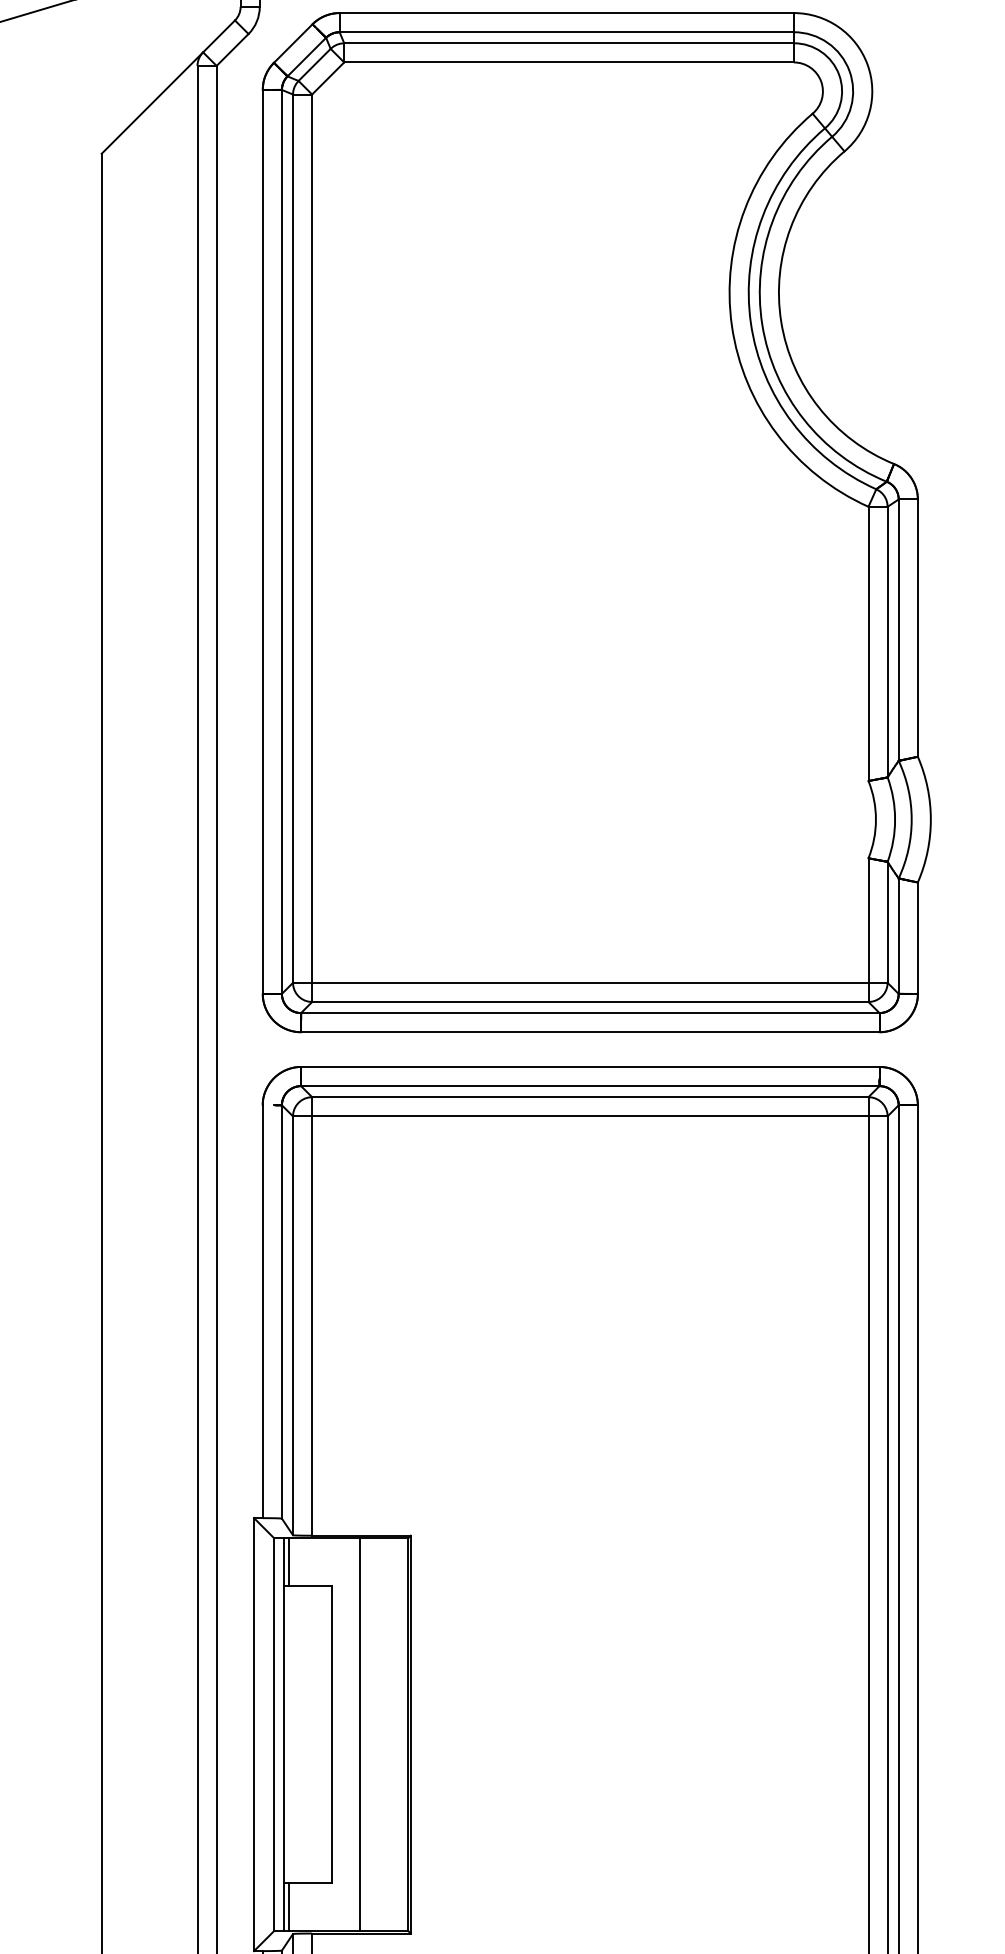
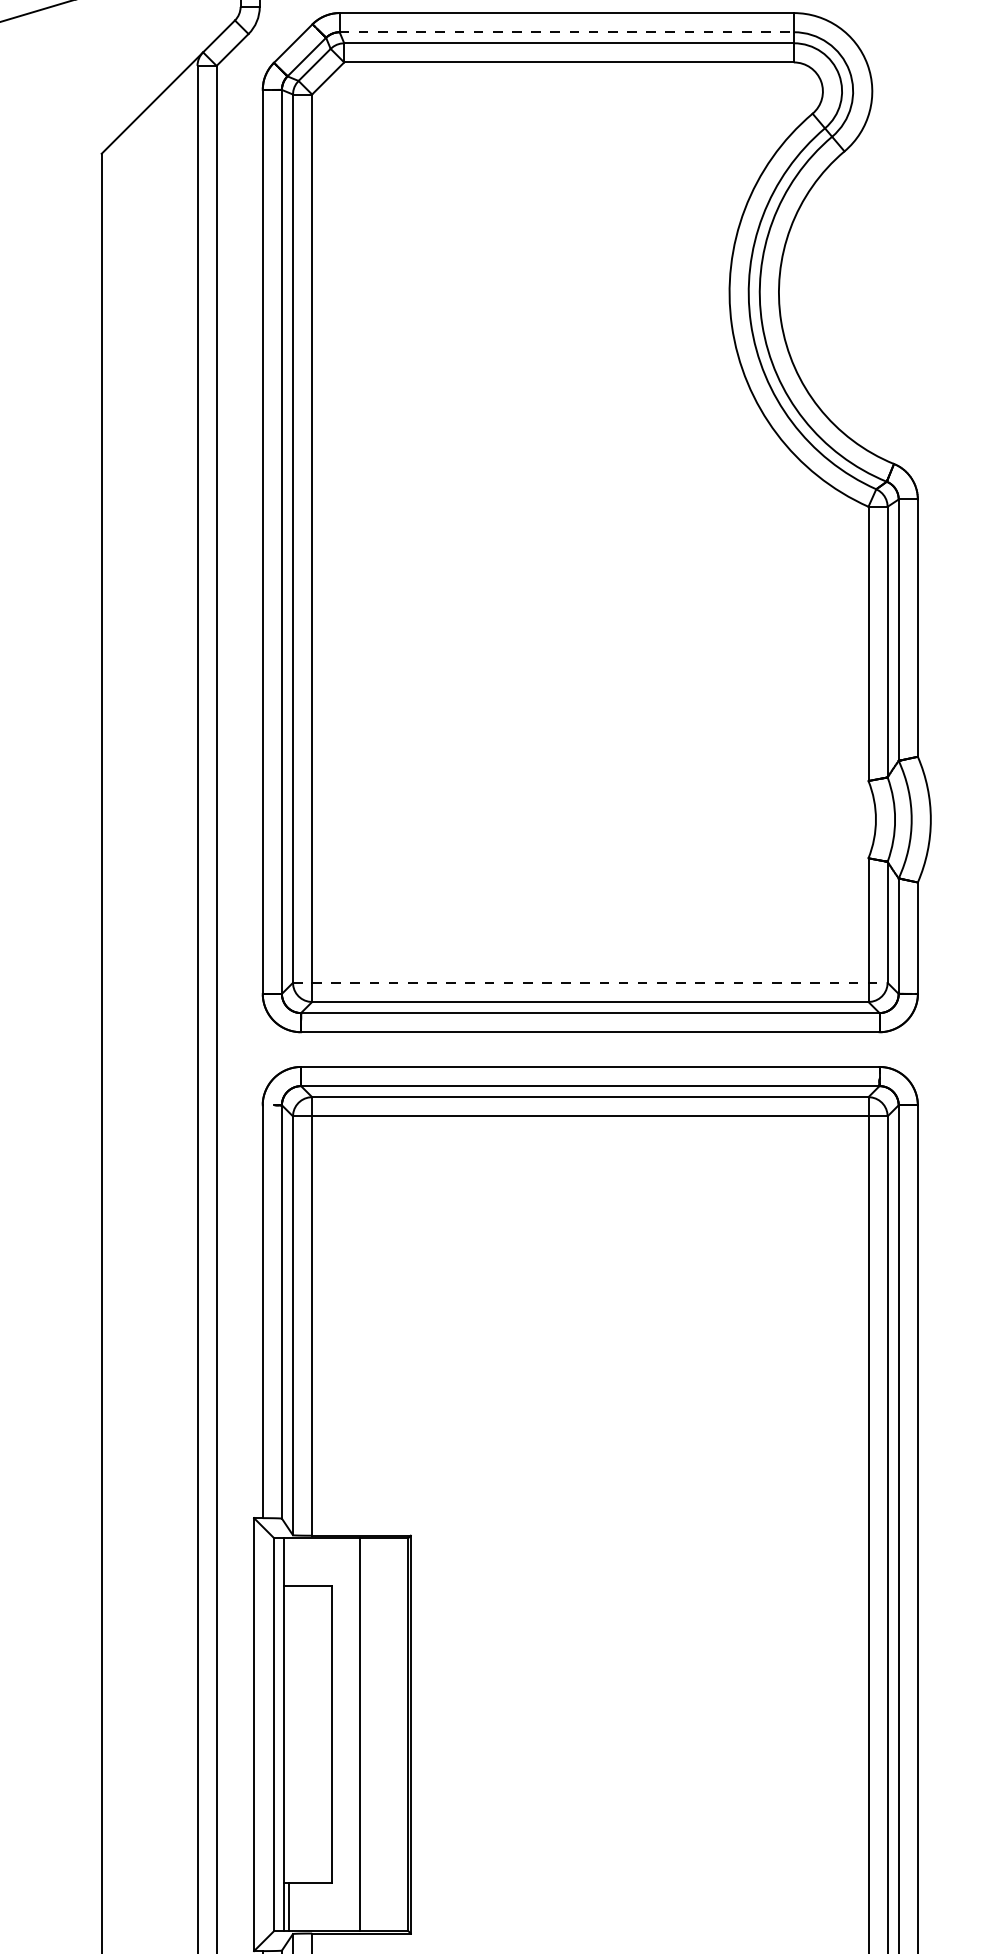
line at (567, 32): solid -> dashed
line at (590, 982): solid -> dashed
line at (288, 1562): present -> none
